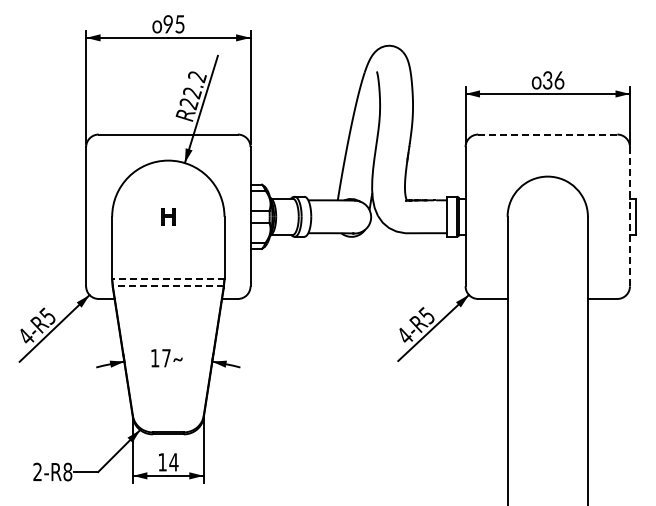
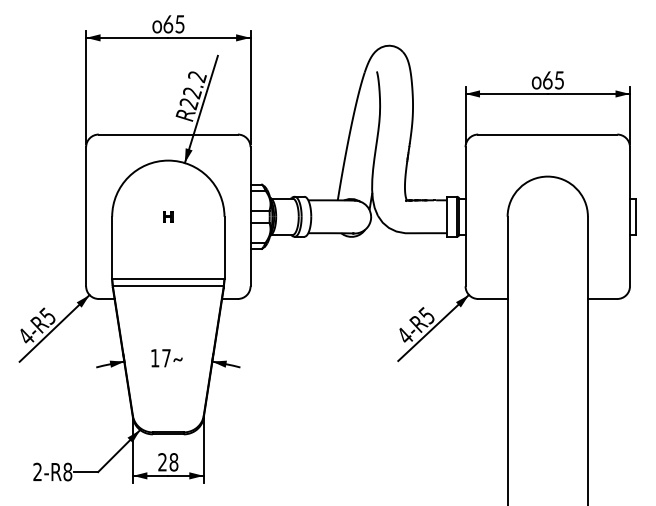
text at (168, 24): 95 -> 65
text at (553, 80): 36 -> 65
line at (547, 134): dashed -> solid
part at (168, 216) size: 15x18 px -> 11x12 px
line at (629, 216): dashed -> solid
line at (167, 279): dashed -> solid
line at (168, 285): dashed -> solid
text at (168, 462): 14 -> 28
